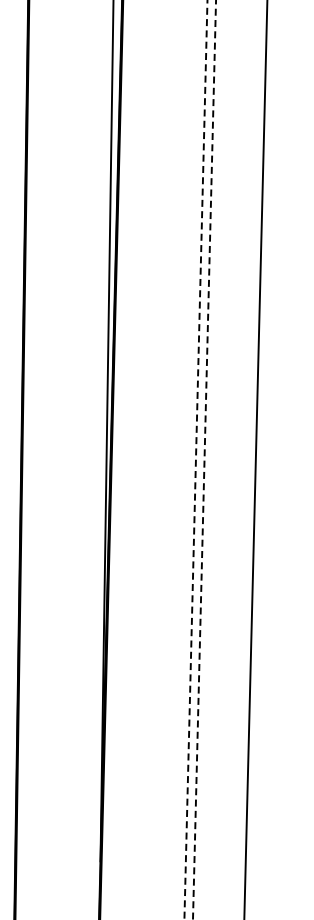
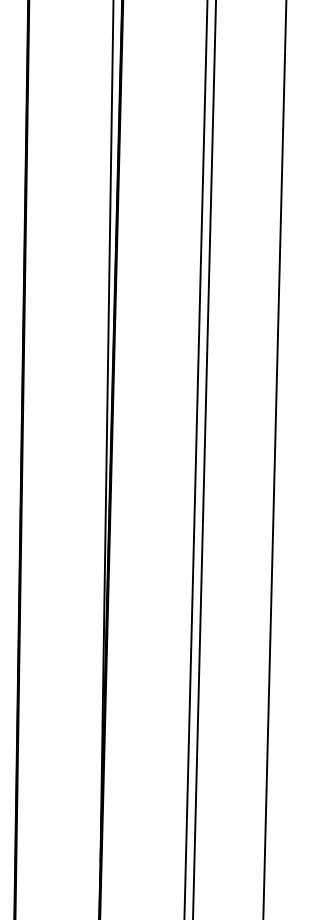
line at (255, 459) position: (255, 459) -> (274, 459)
line at (195, 460): dashed -> solid
line at (204, 460): dashed -> solid
